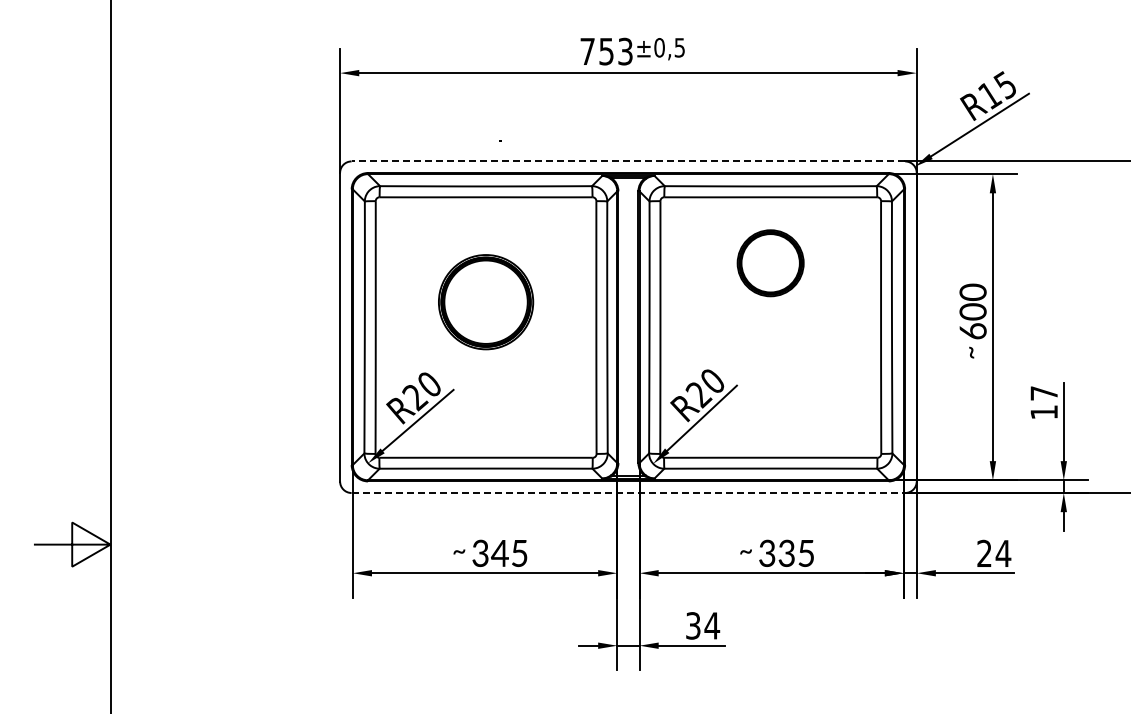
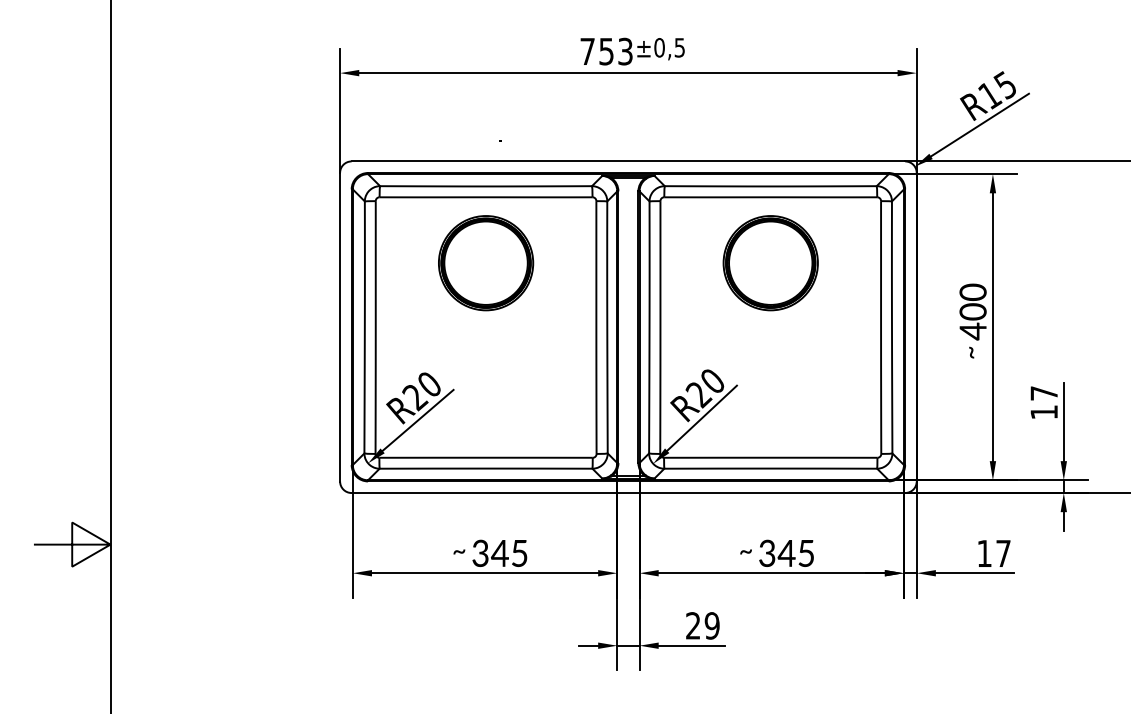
line at (628, 161): dashed -> solid
part at (770, 263) size: 69x69 px -> 97x97 px
part at (486, 302) position: (486, 302) -> (486, 263)
text at (973, 331): 600 -> 400
line at (628, 493): dashed -> solid
text at (994, 552): 24 -> 17
text at (786, 553): 335 -> 345
text at (703, 625): 34 -> 29
